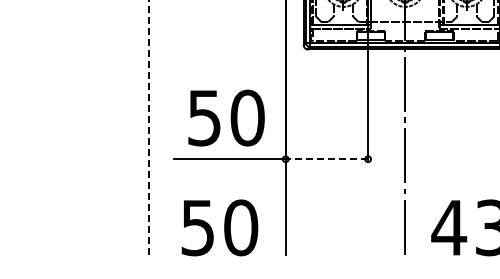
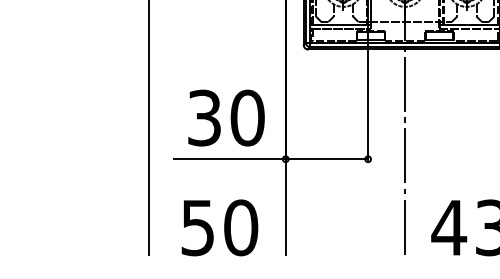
text at (204, 117): 50 -> 30
line at (148, 127): dashed -> solid
line at (326, 159): dashed -> solid
